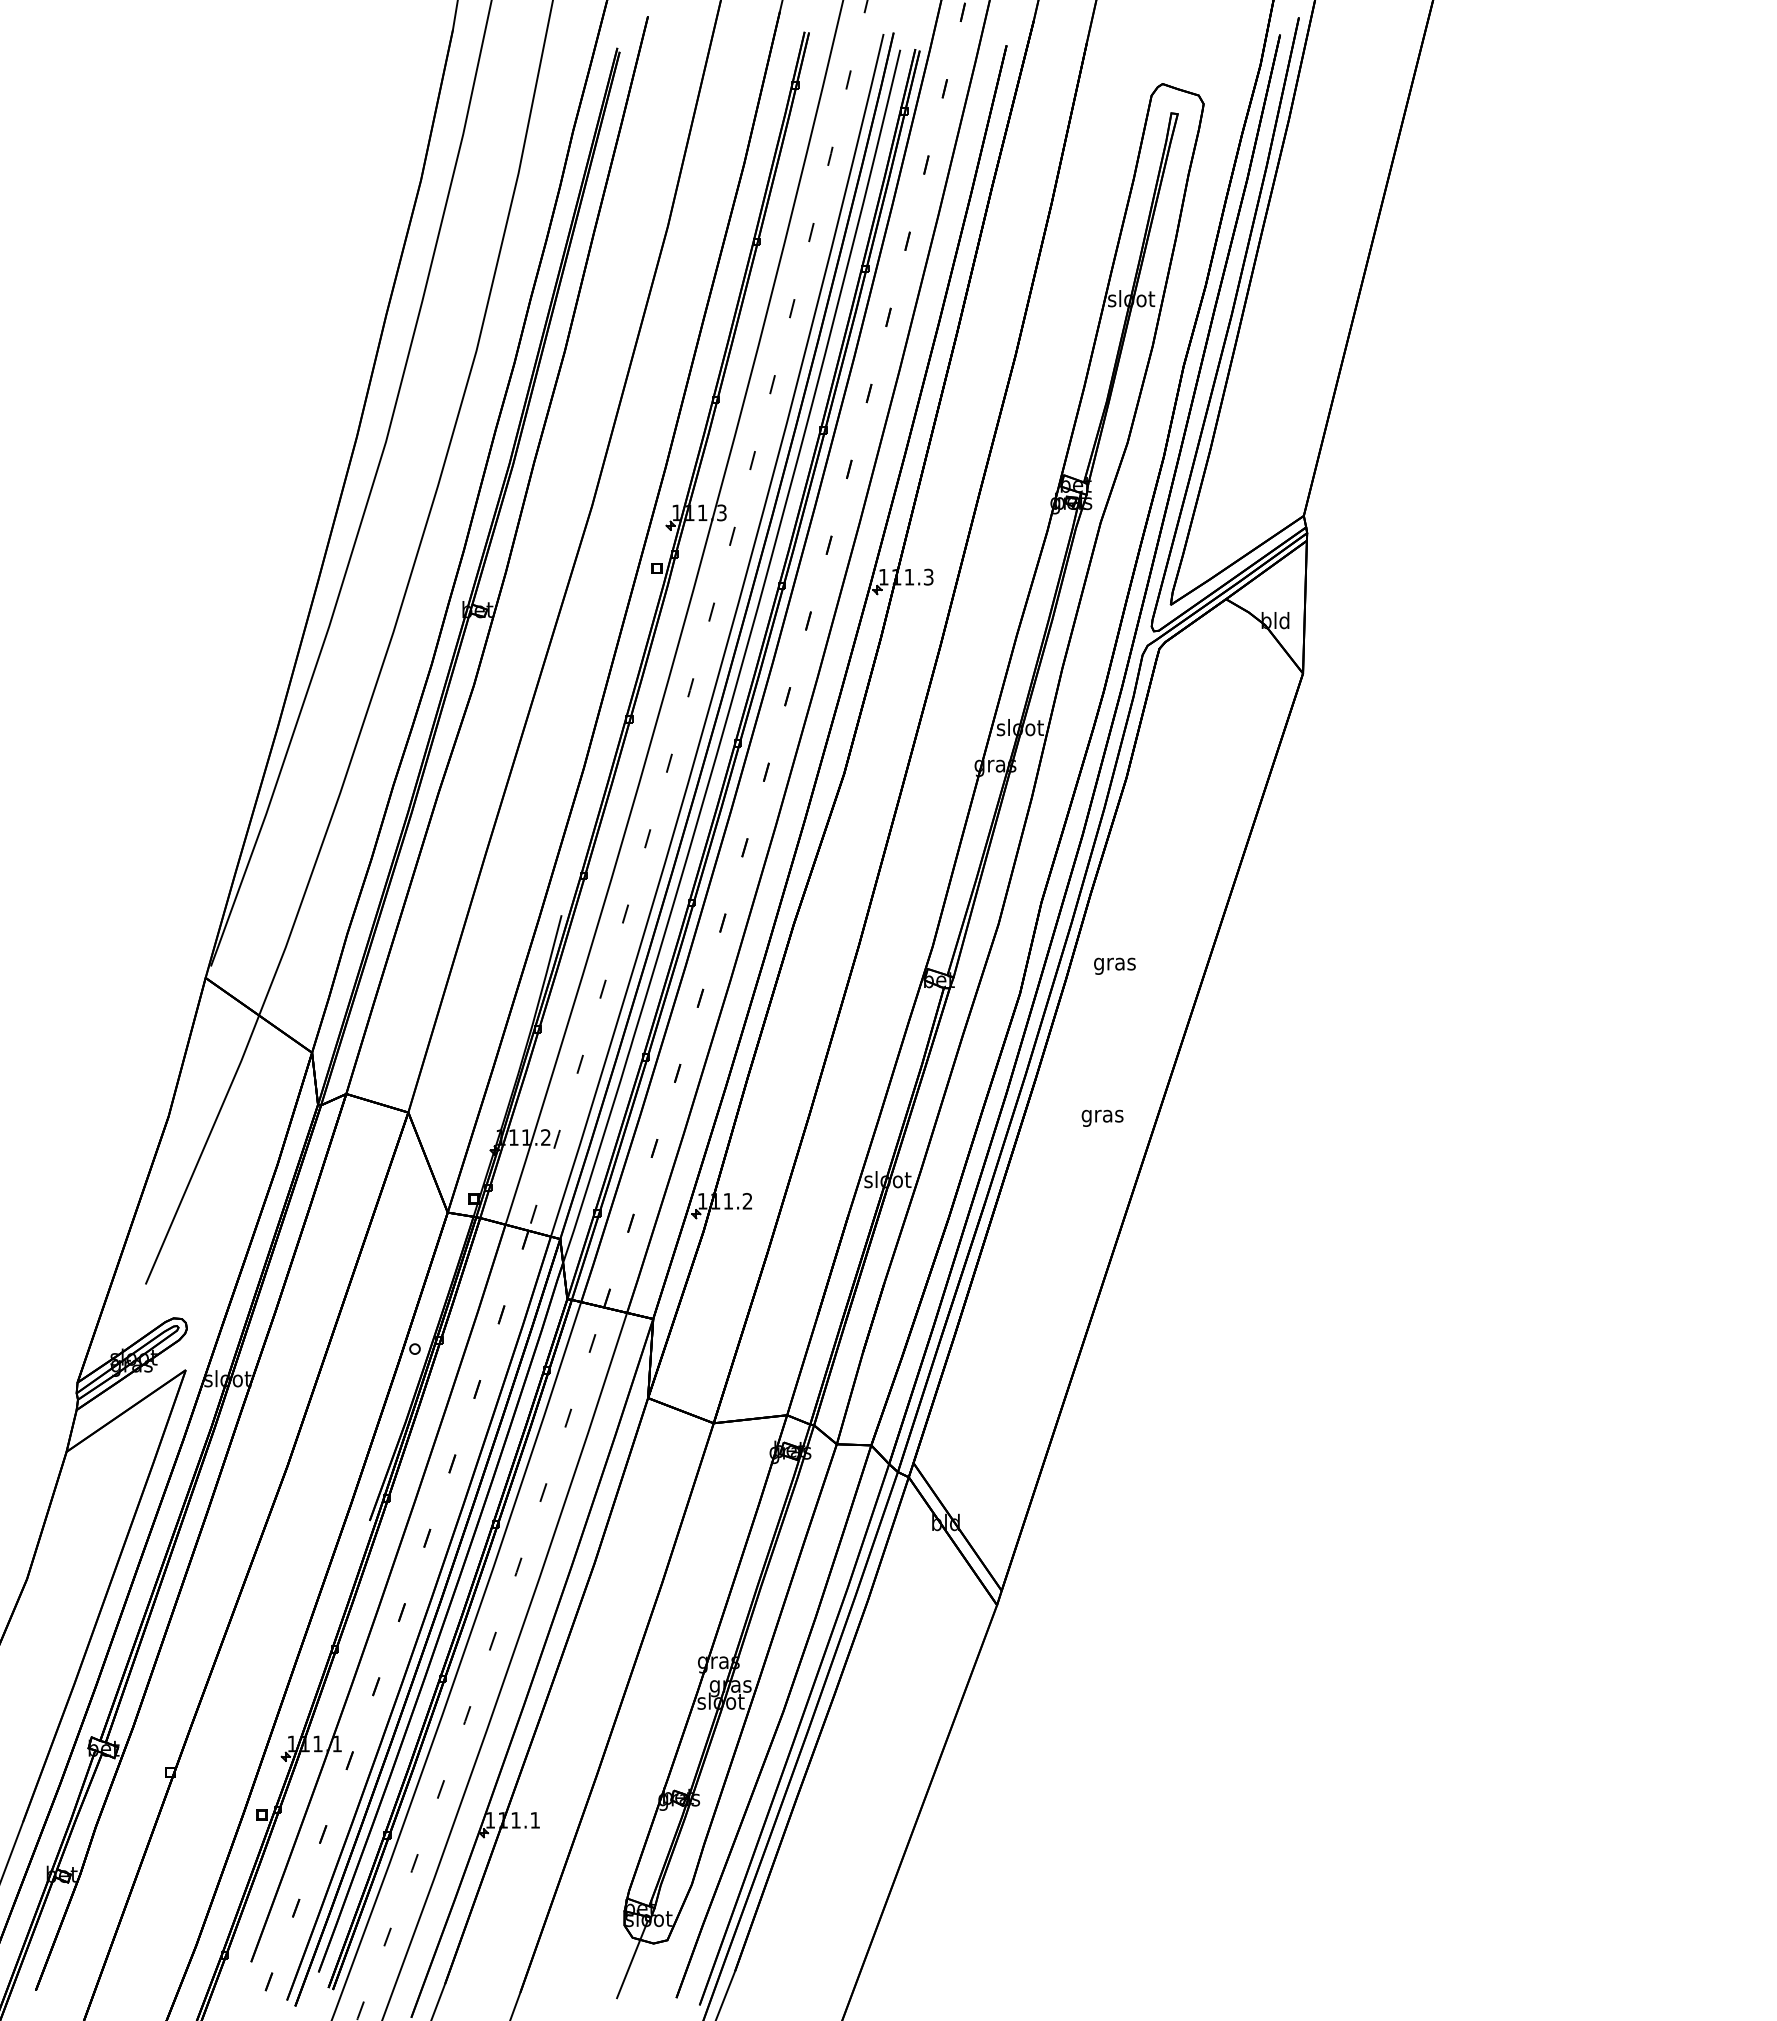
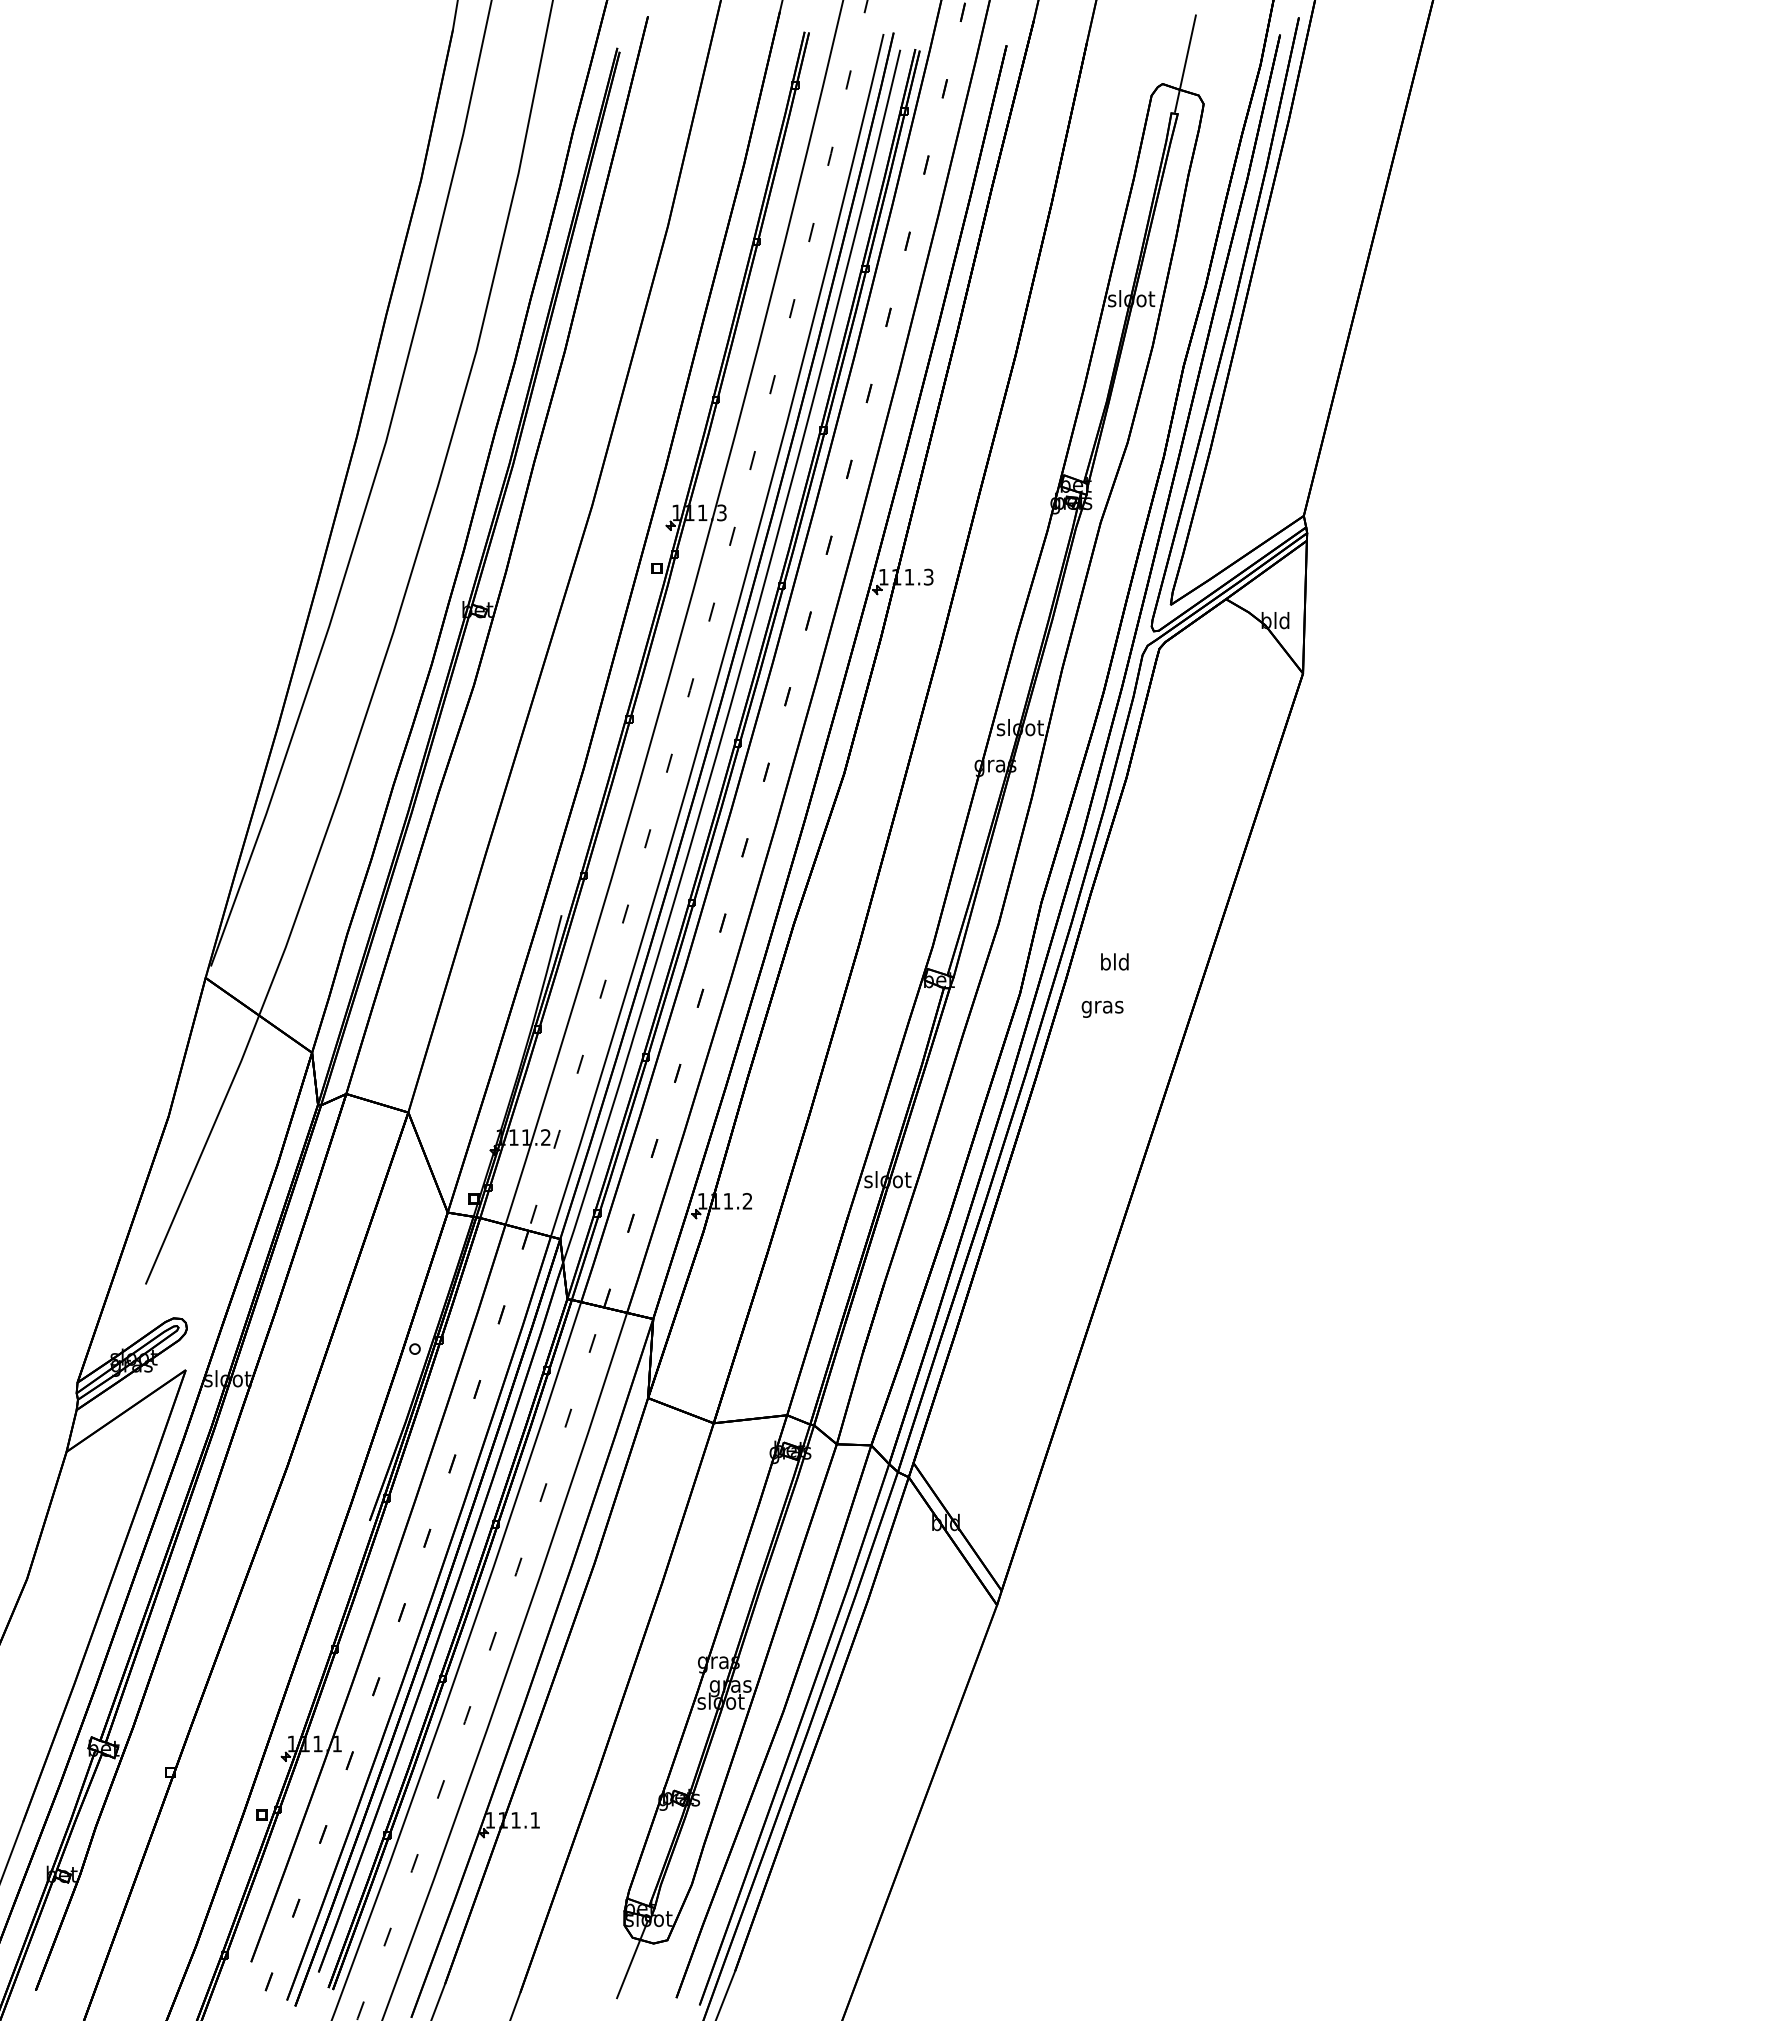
line at (1185, 63): none -> present
text at (1114, 963): gras -> bld
text at (1102, 1117) position: (1102, 1117) -> (1102, 1008)
